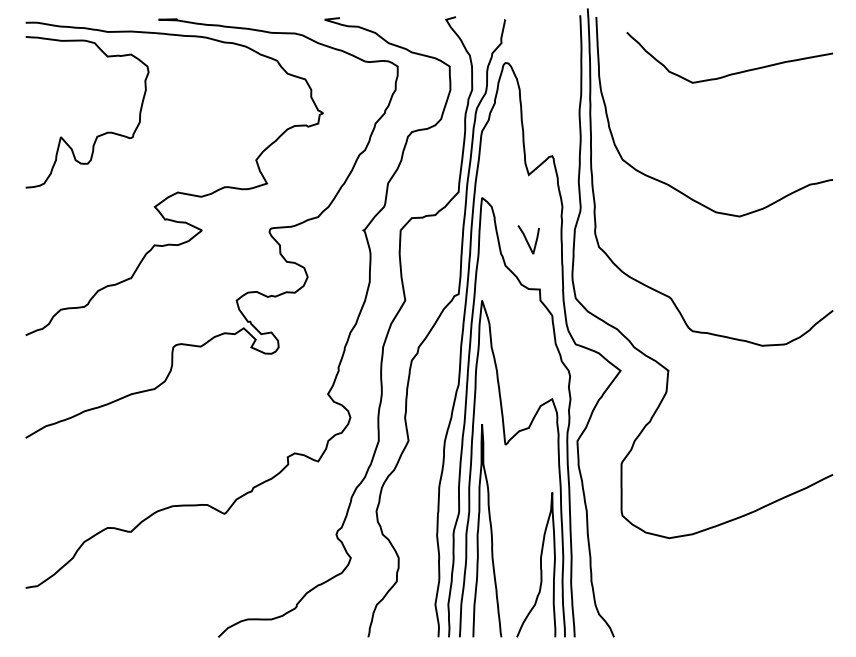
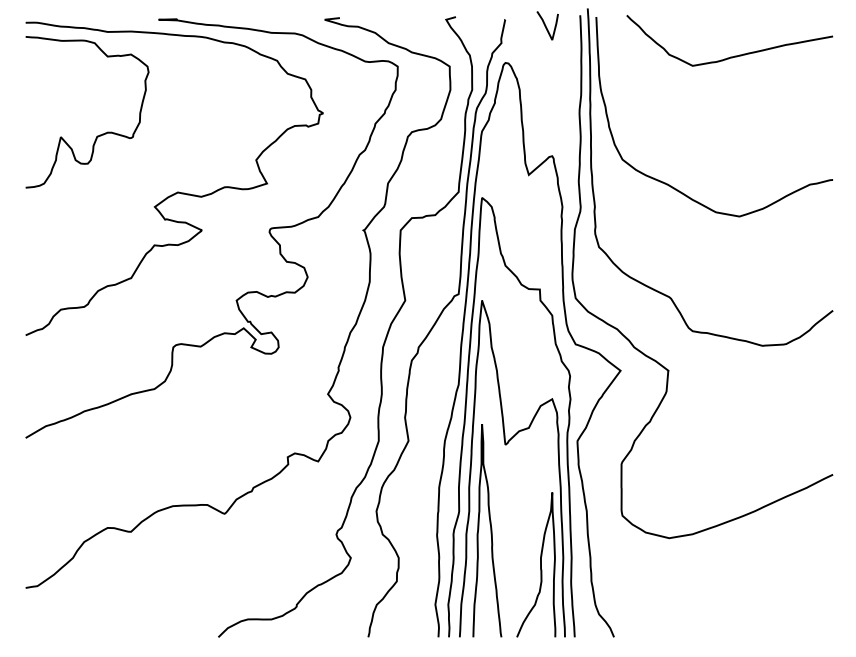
curve at (734, 72) position: (734, 72) -> (734, 55)
curve at (527, 239) position: (527, 239) -> (546, 25)
